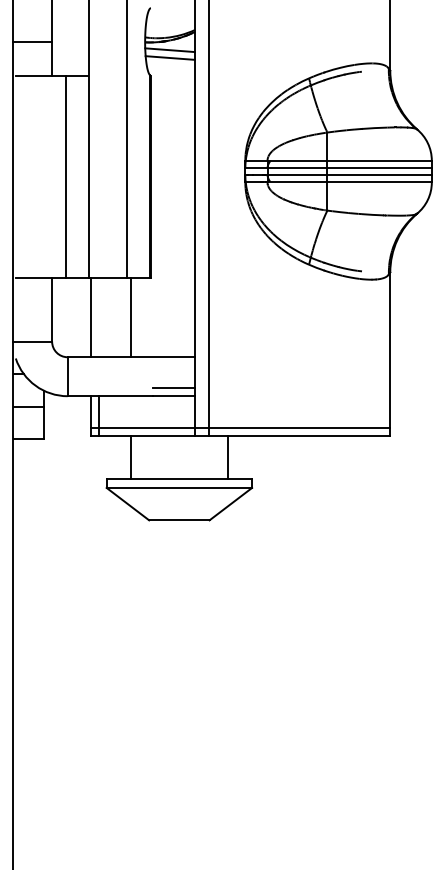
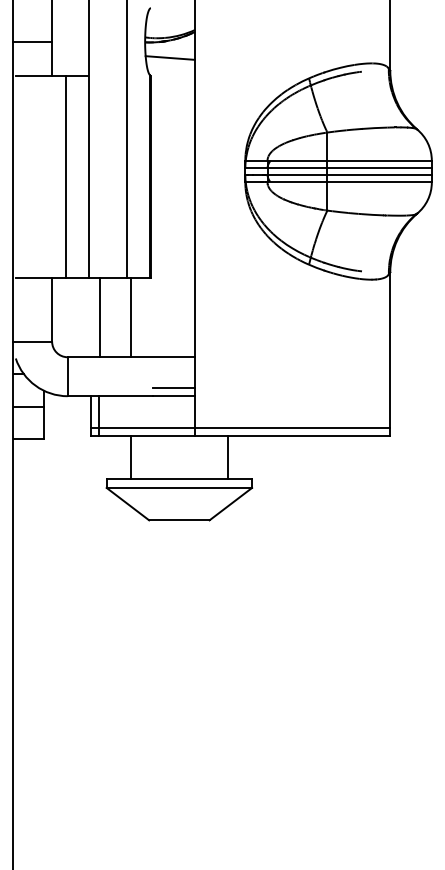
line at (169, 50): present -> none
line at (208, 218): present -> none
line at (91, 317) position: (91, 317) -> (100, 317)
